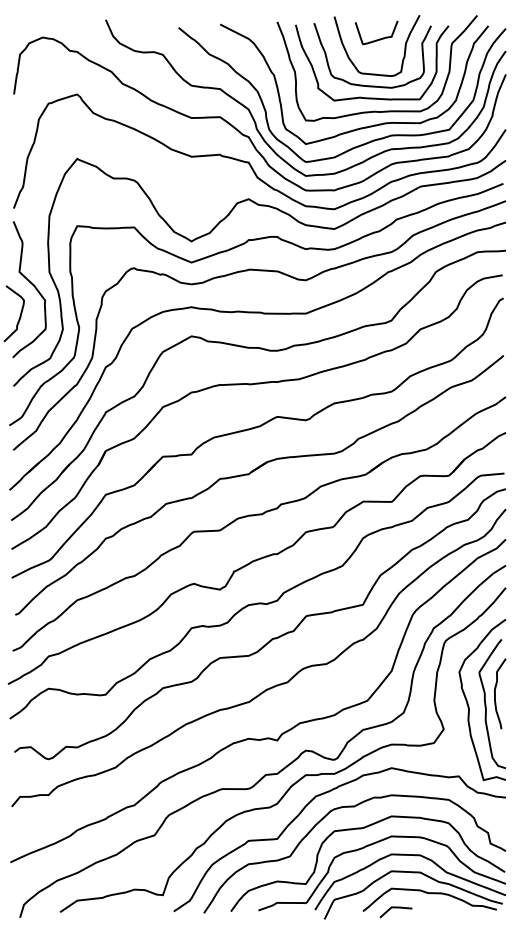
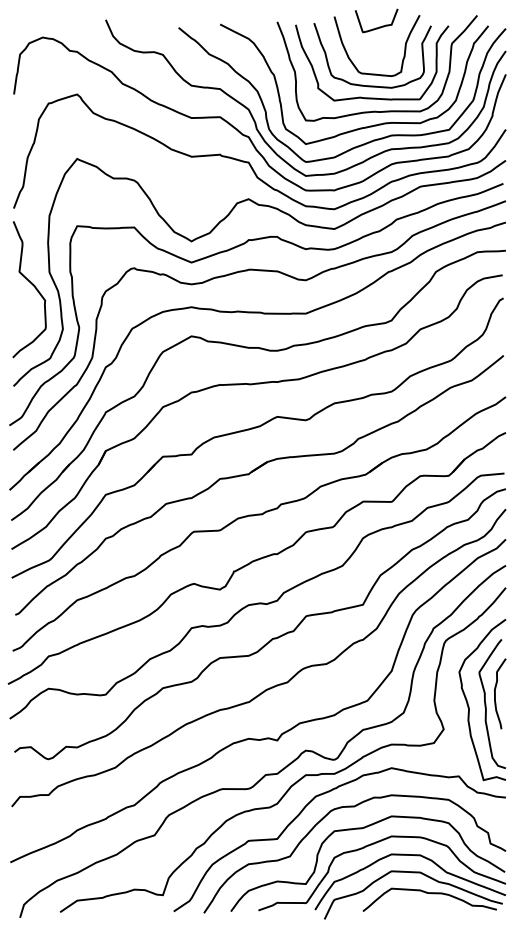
curve at (379, 38) position: (379, 38) -> (379, 26)
curve at (19, 315): present -> none
line at (395, 908): present -> none
